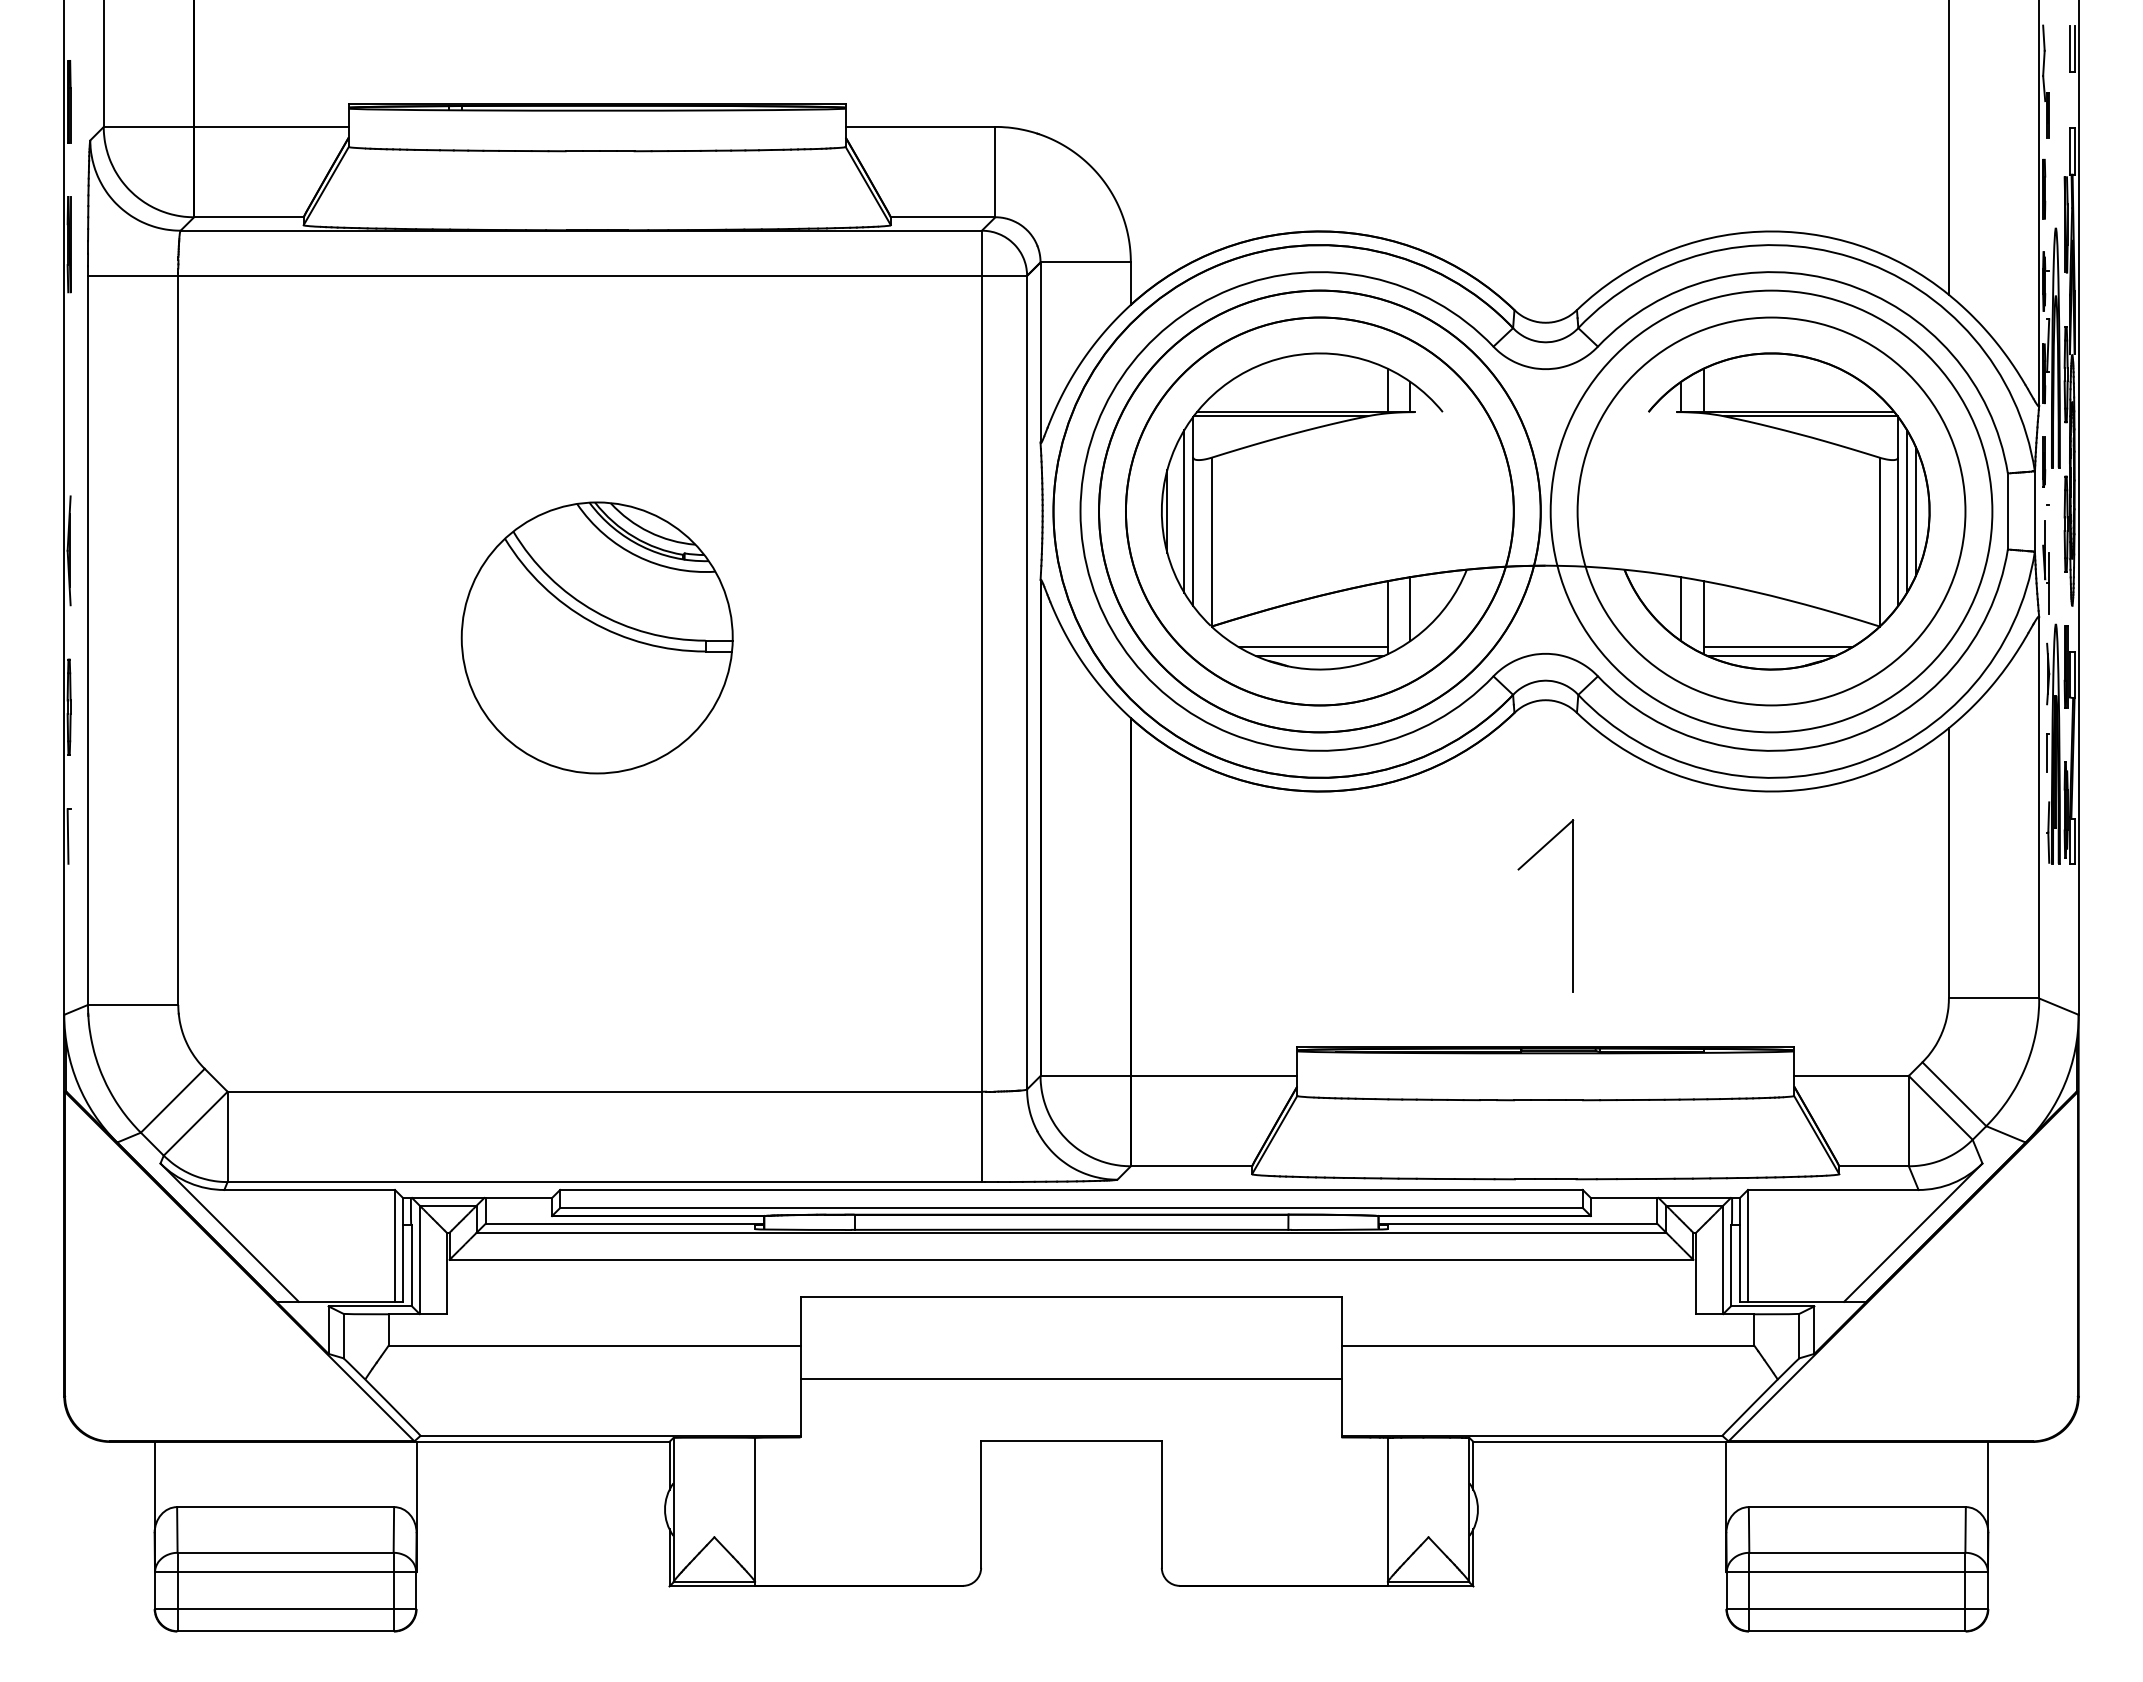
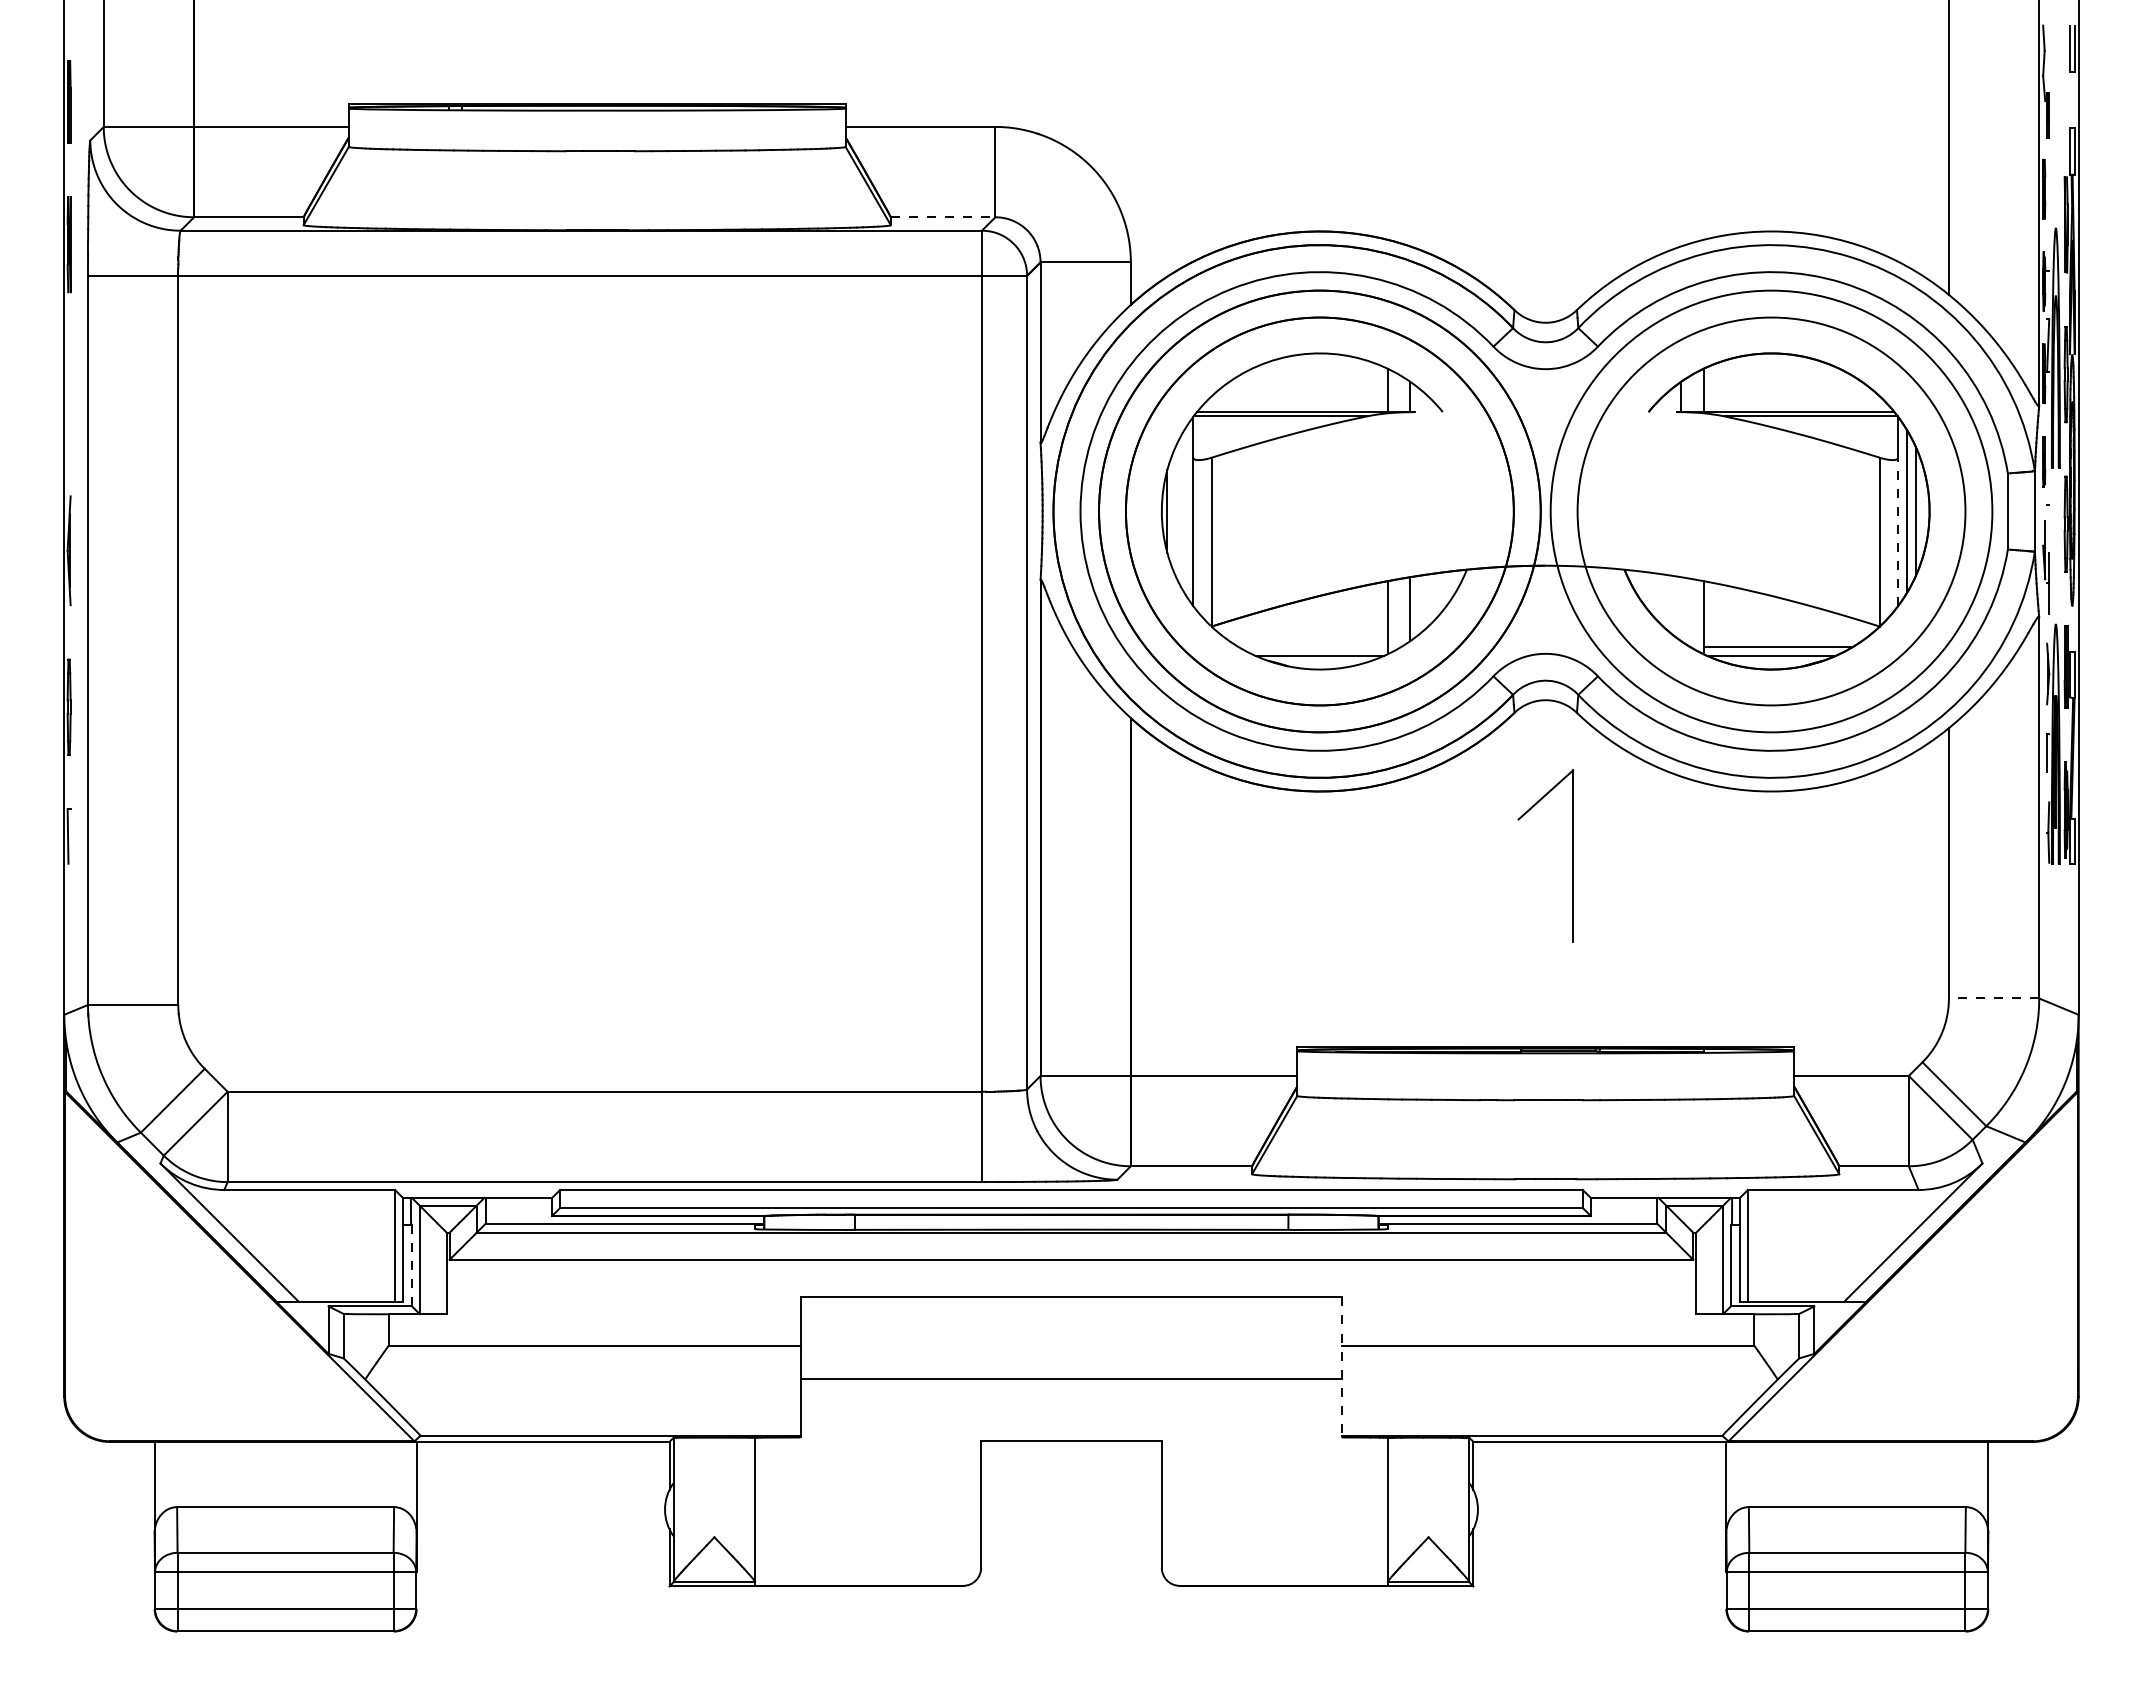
line at (943, 217): solid -> dashed
line at (1184, 511): present -> none
line at (1898, 531): solid -> dashed
line at (1681, 609): present -> none
part at (596, 637): present -> none
line at (1312, 647): present -> none
part at (1572, 905) position: (1572, 905) -> (1572, 855)
line at (1993, 998): solid -> dashed
line at (412, 1265): solid -> dashed
line at (1342, 1367): solid -> dashed
